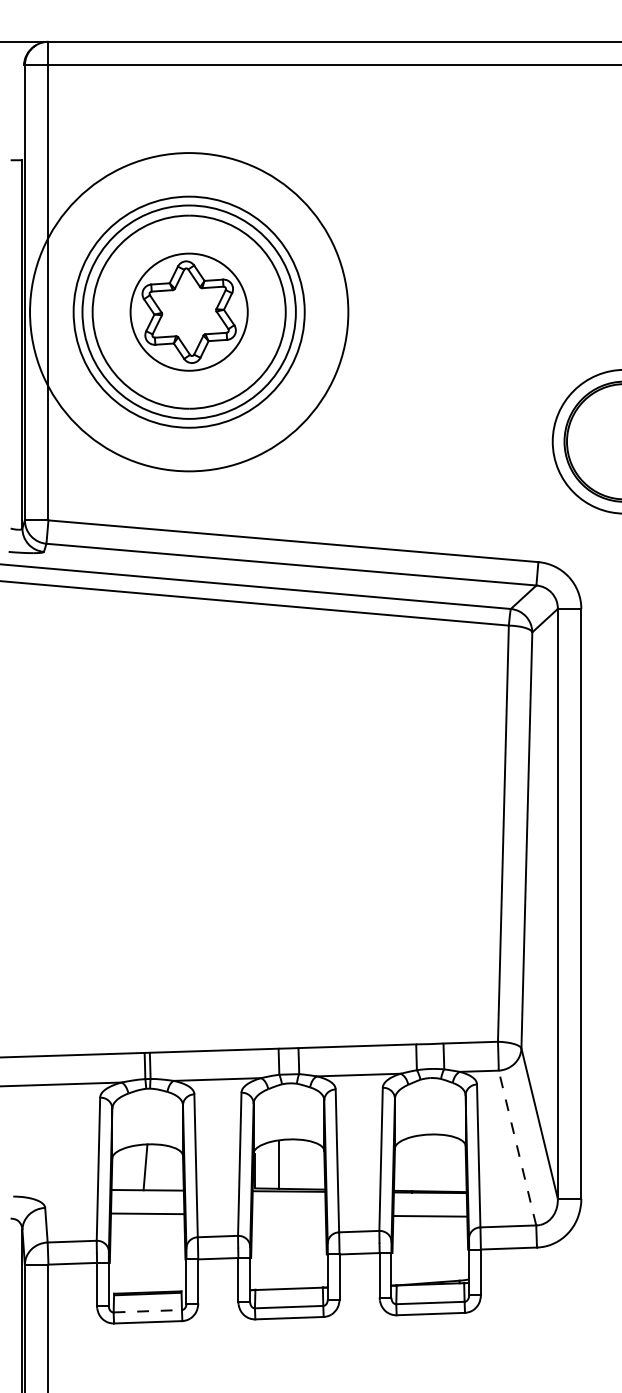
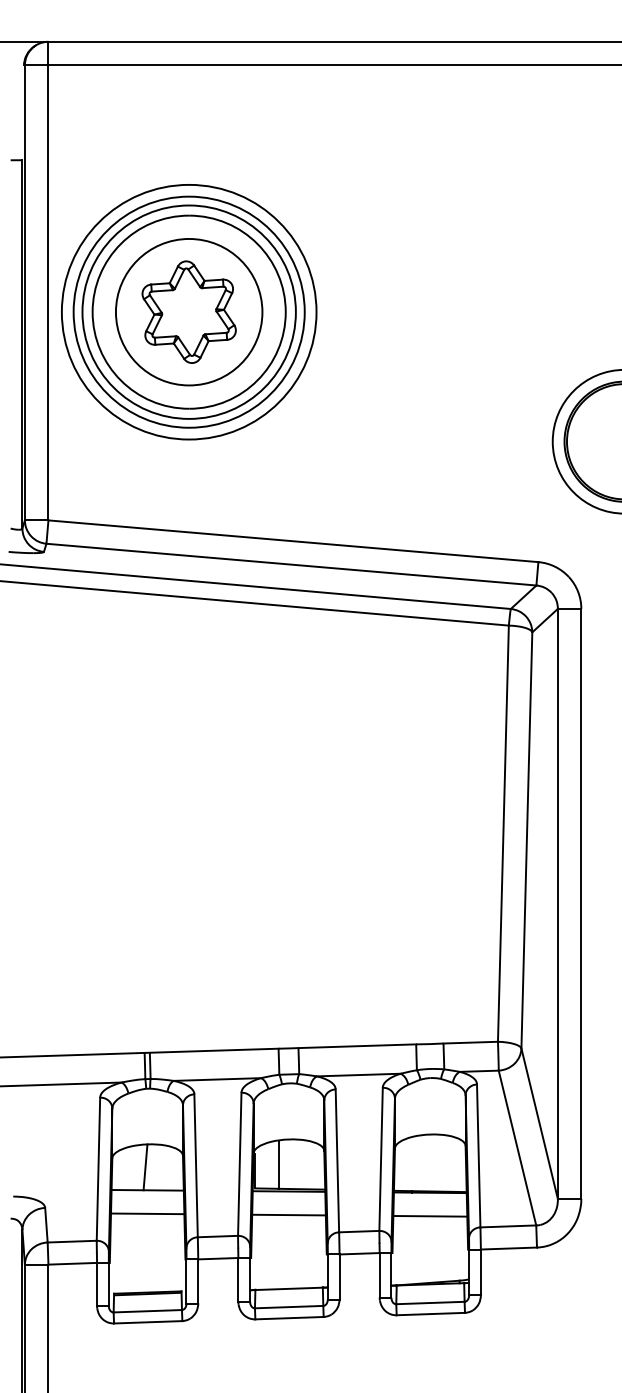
circle at (188, 311) diameter: 117 px -> 146 px
circle at (189, 312) diameter: 318 px -> 255 px
line at (517, 1148): dashed -> solid
line at (288, 1214): none -> present
line at (148, 1311): dashed -> solid
